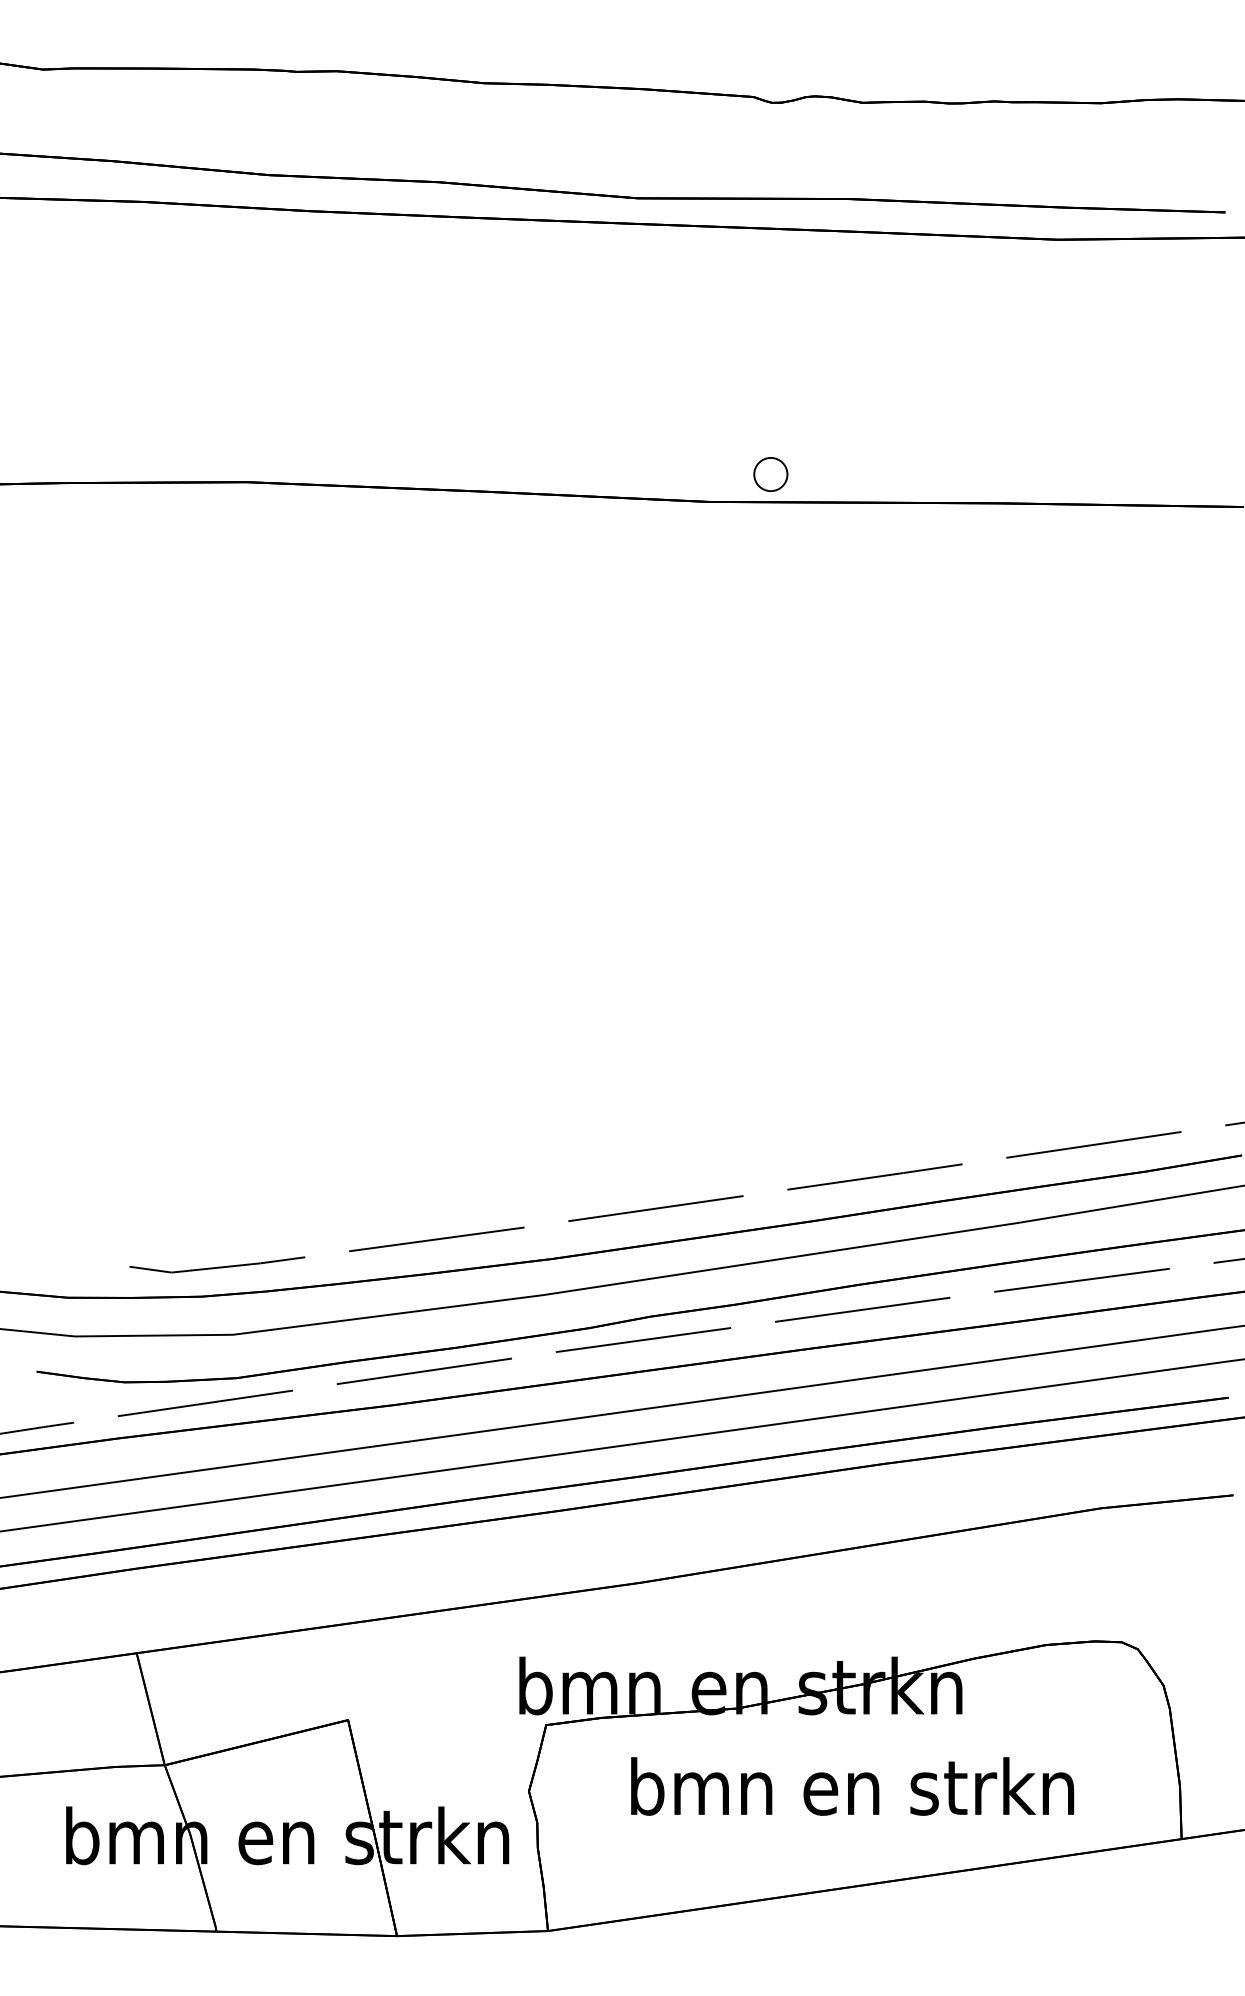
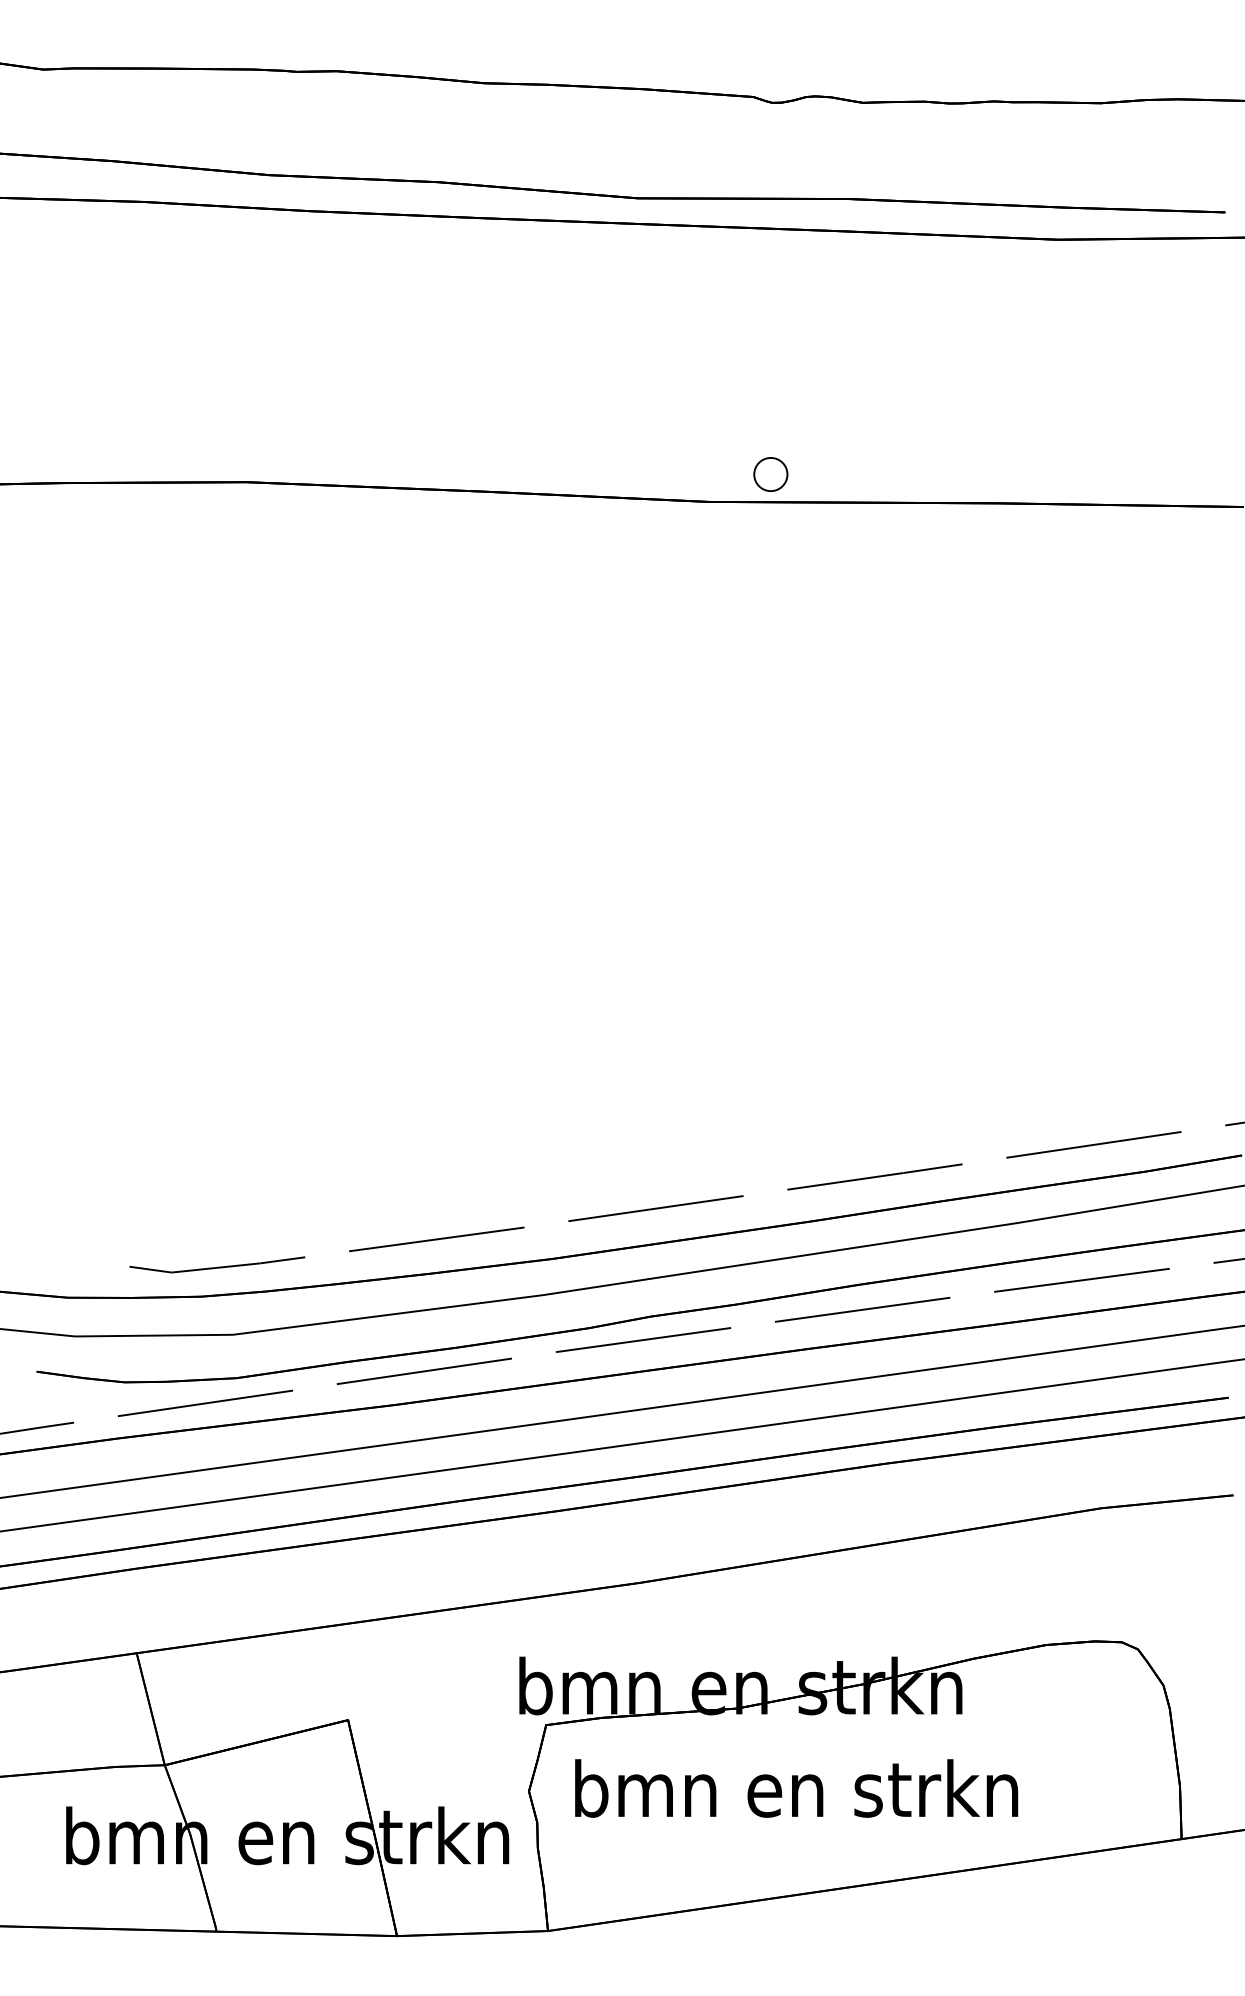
text at (852, 1786) position: (852, 1786) -> (796, 1788)
